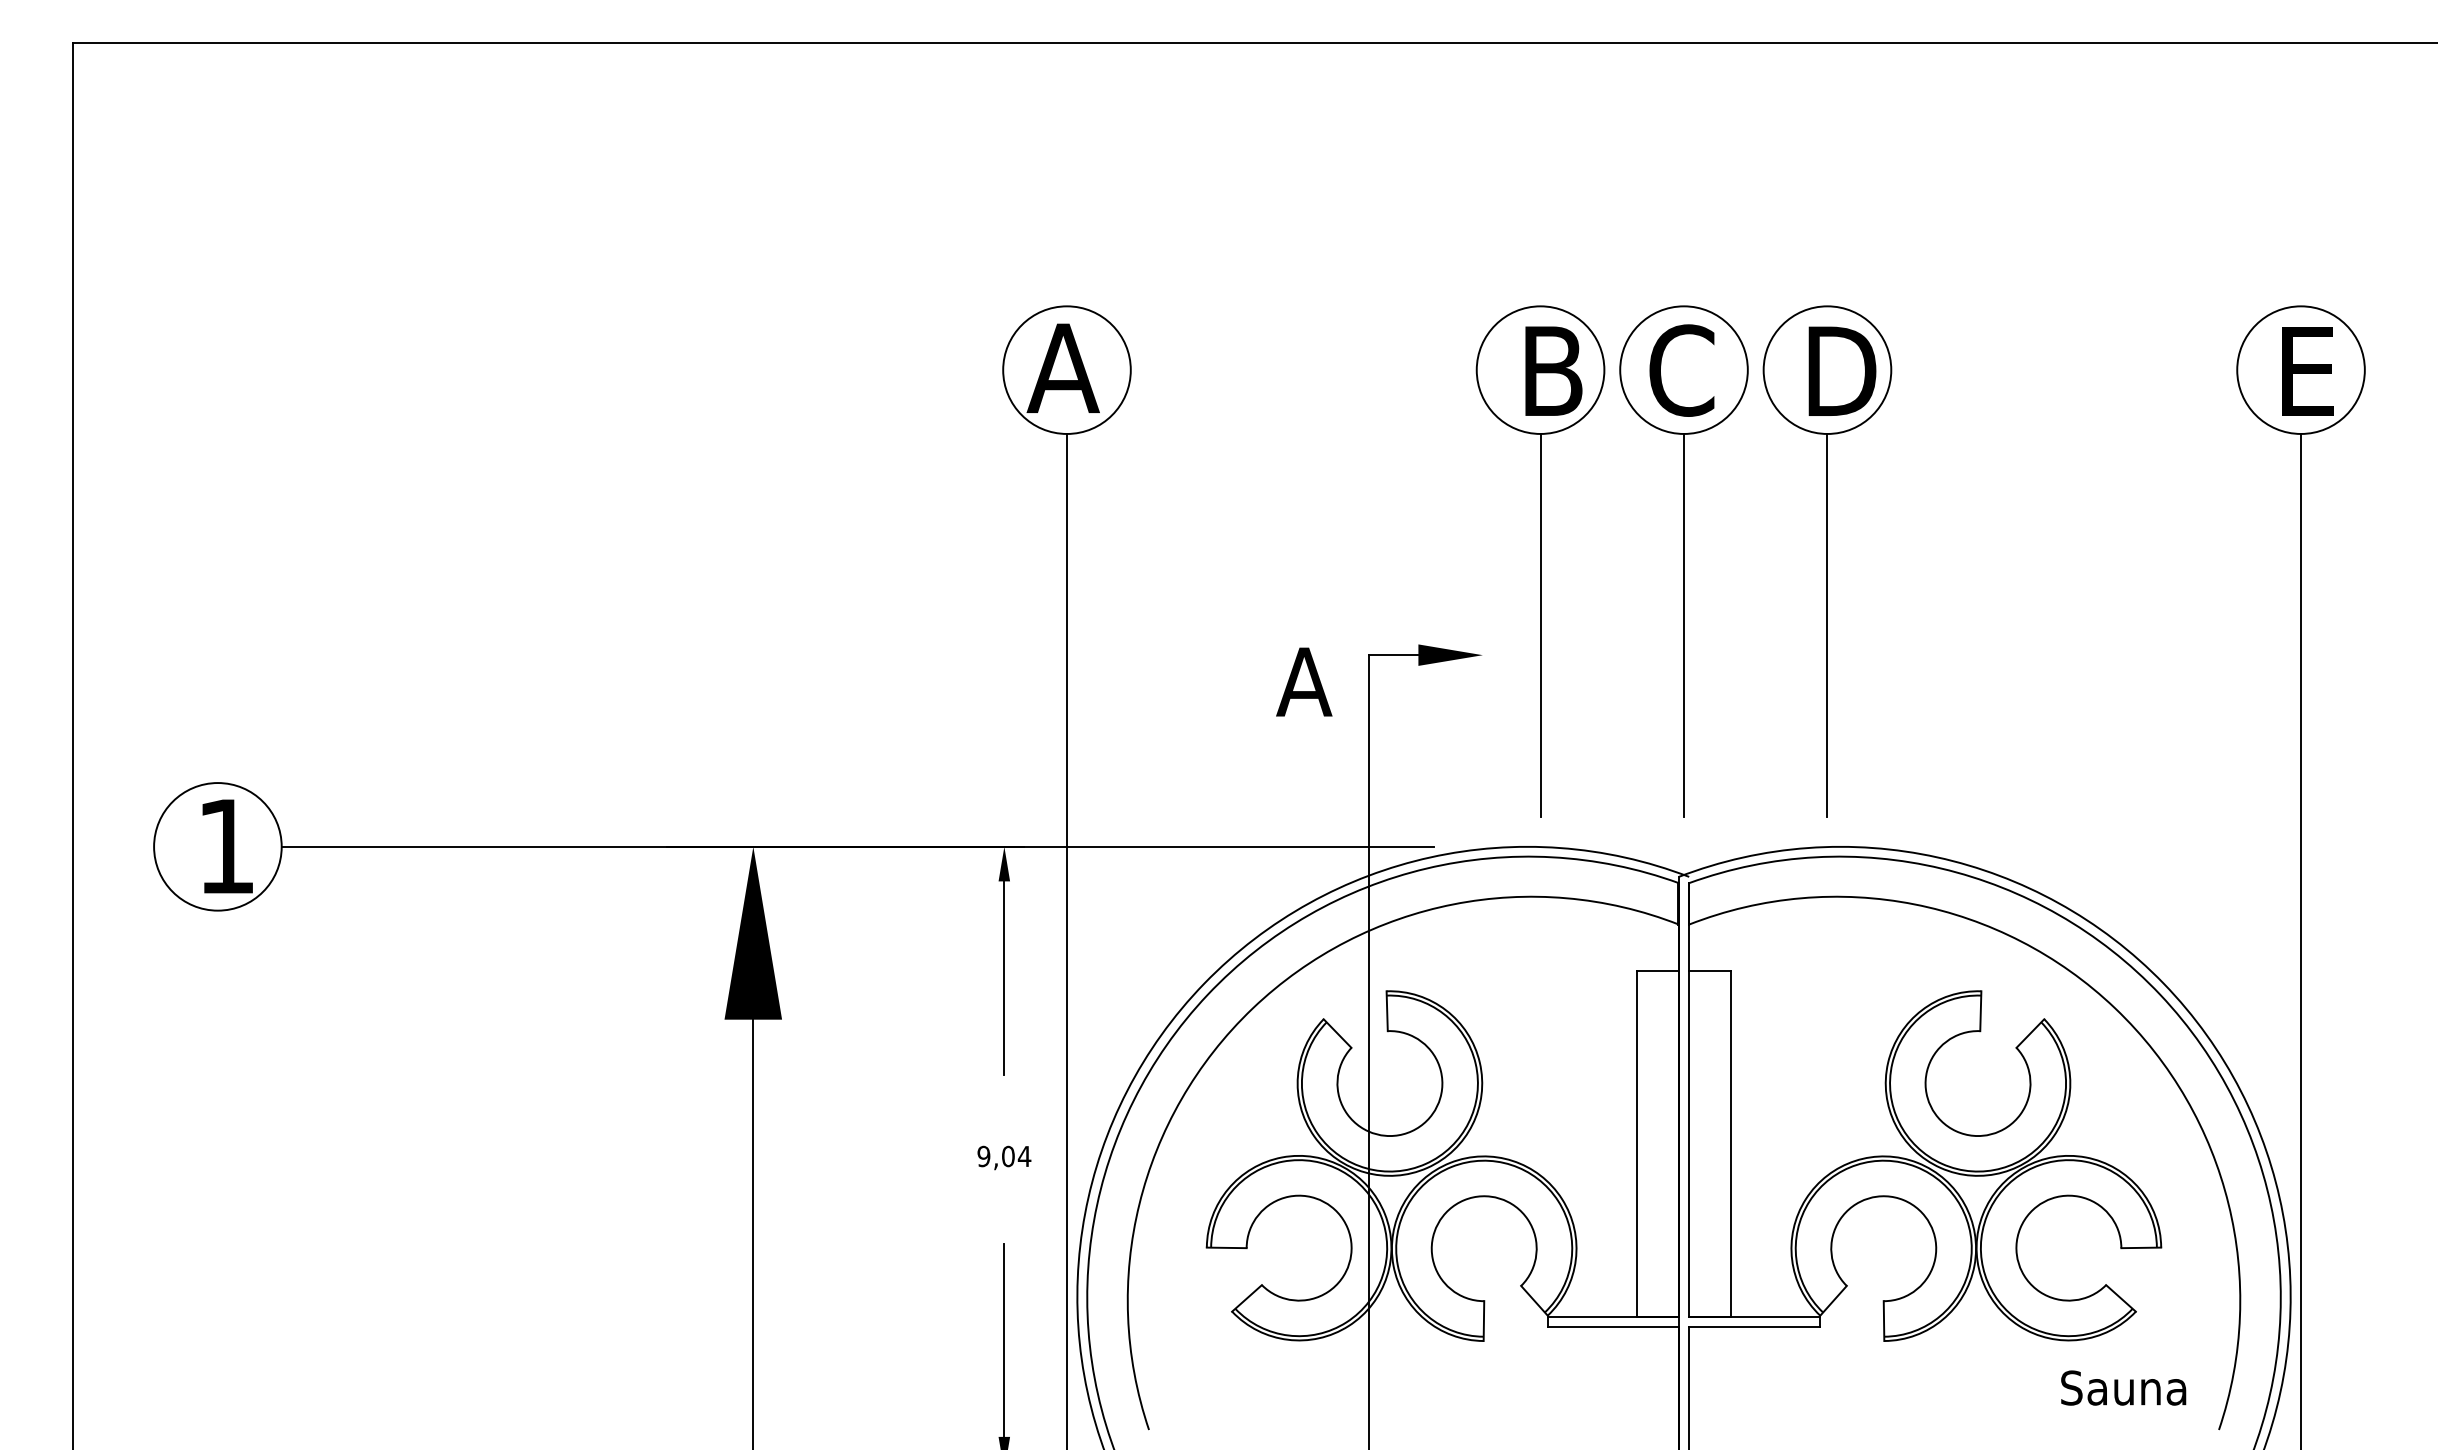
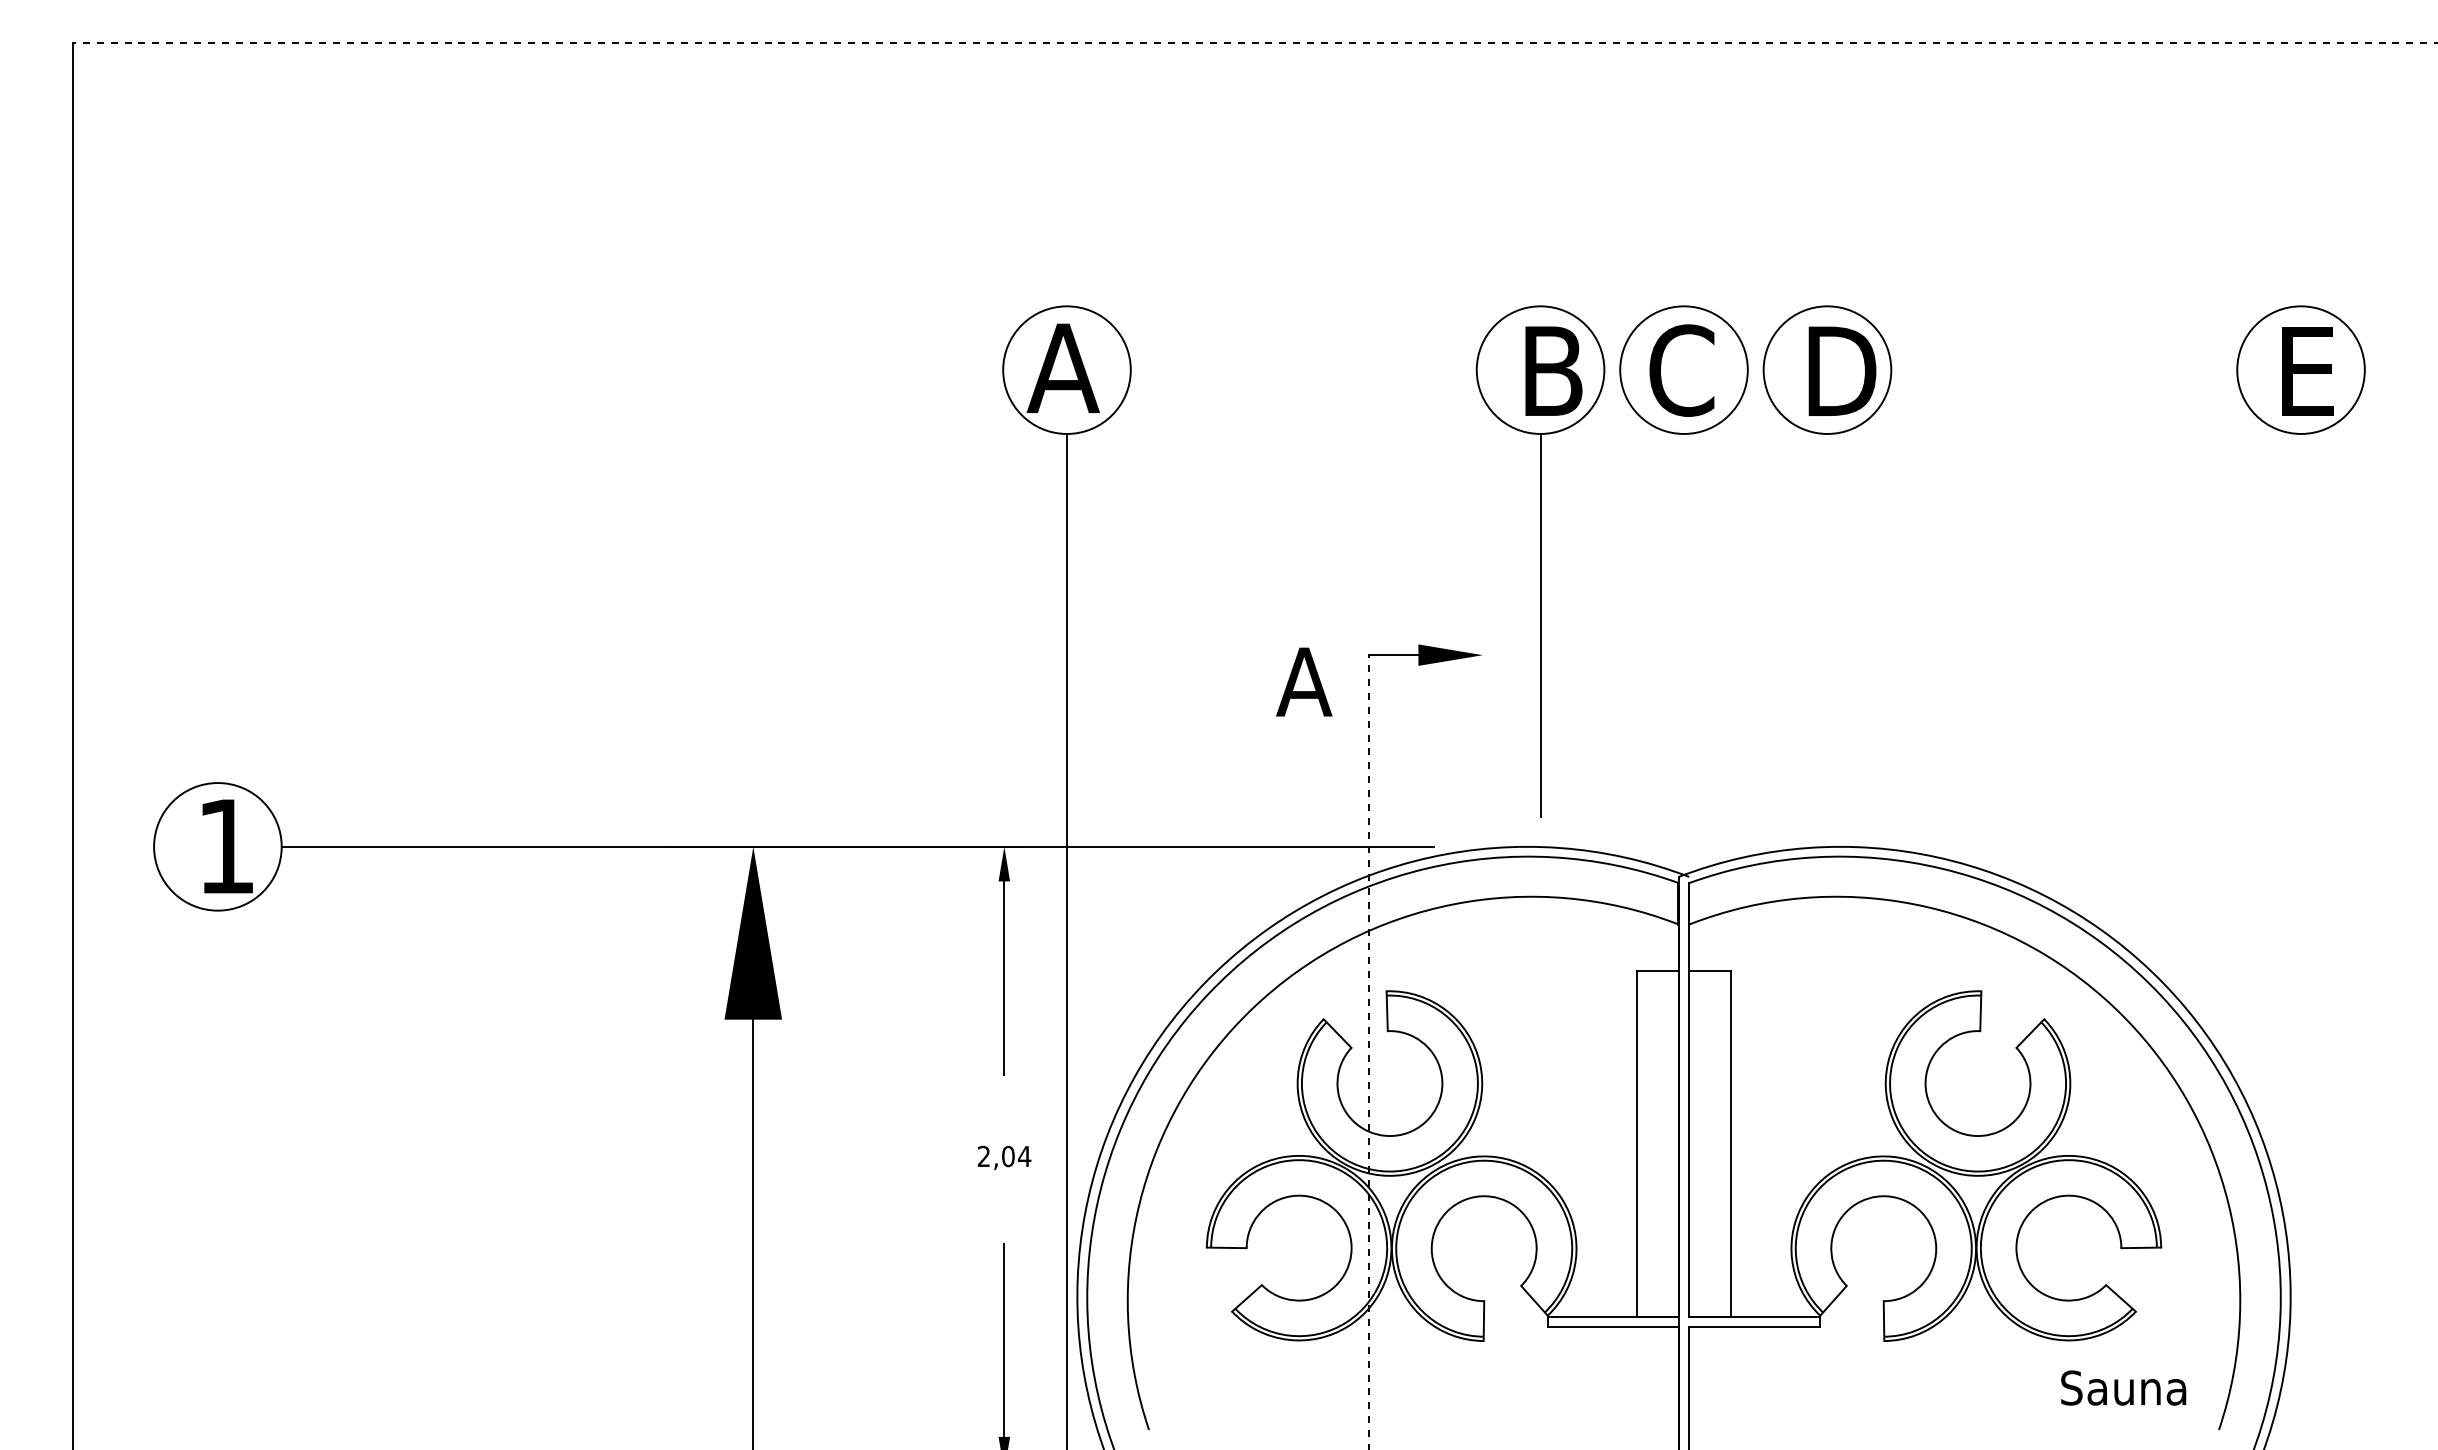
line at (1255, 43): solid -> dashed
line at (1684, 624): present -> none
line at (1827, 624): present -> none
line at (2301, 939): present -> none
line at (1368, 1052): solid -> dashed
text at (983, 1156): 9,04 -> 2,04
